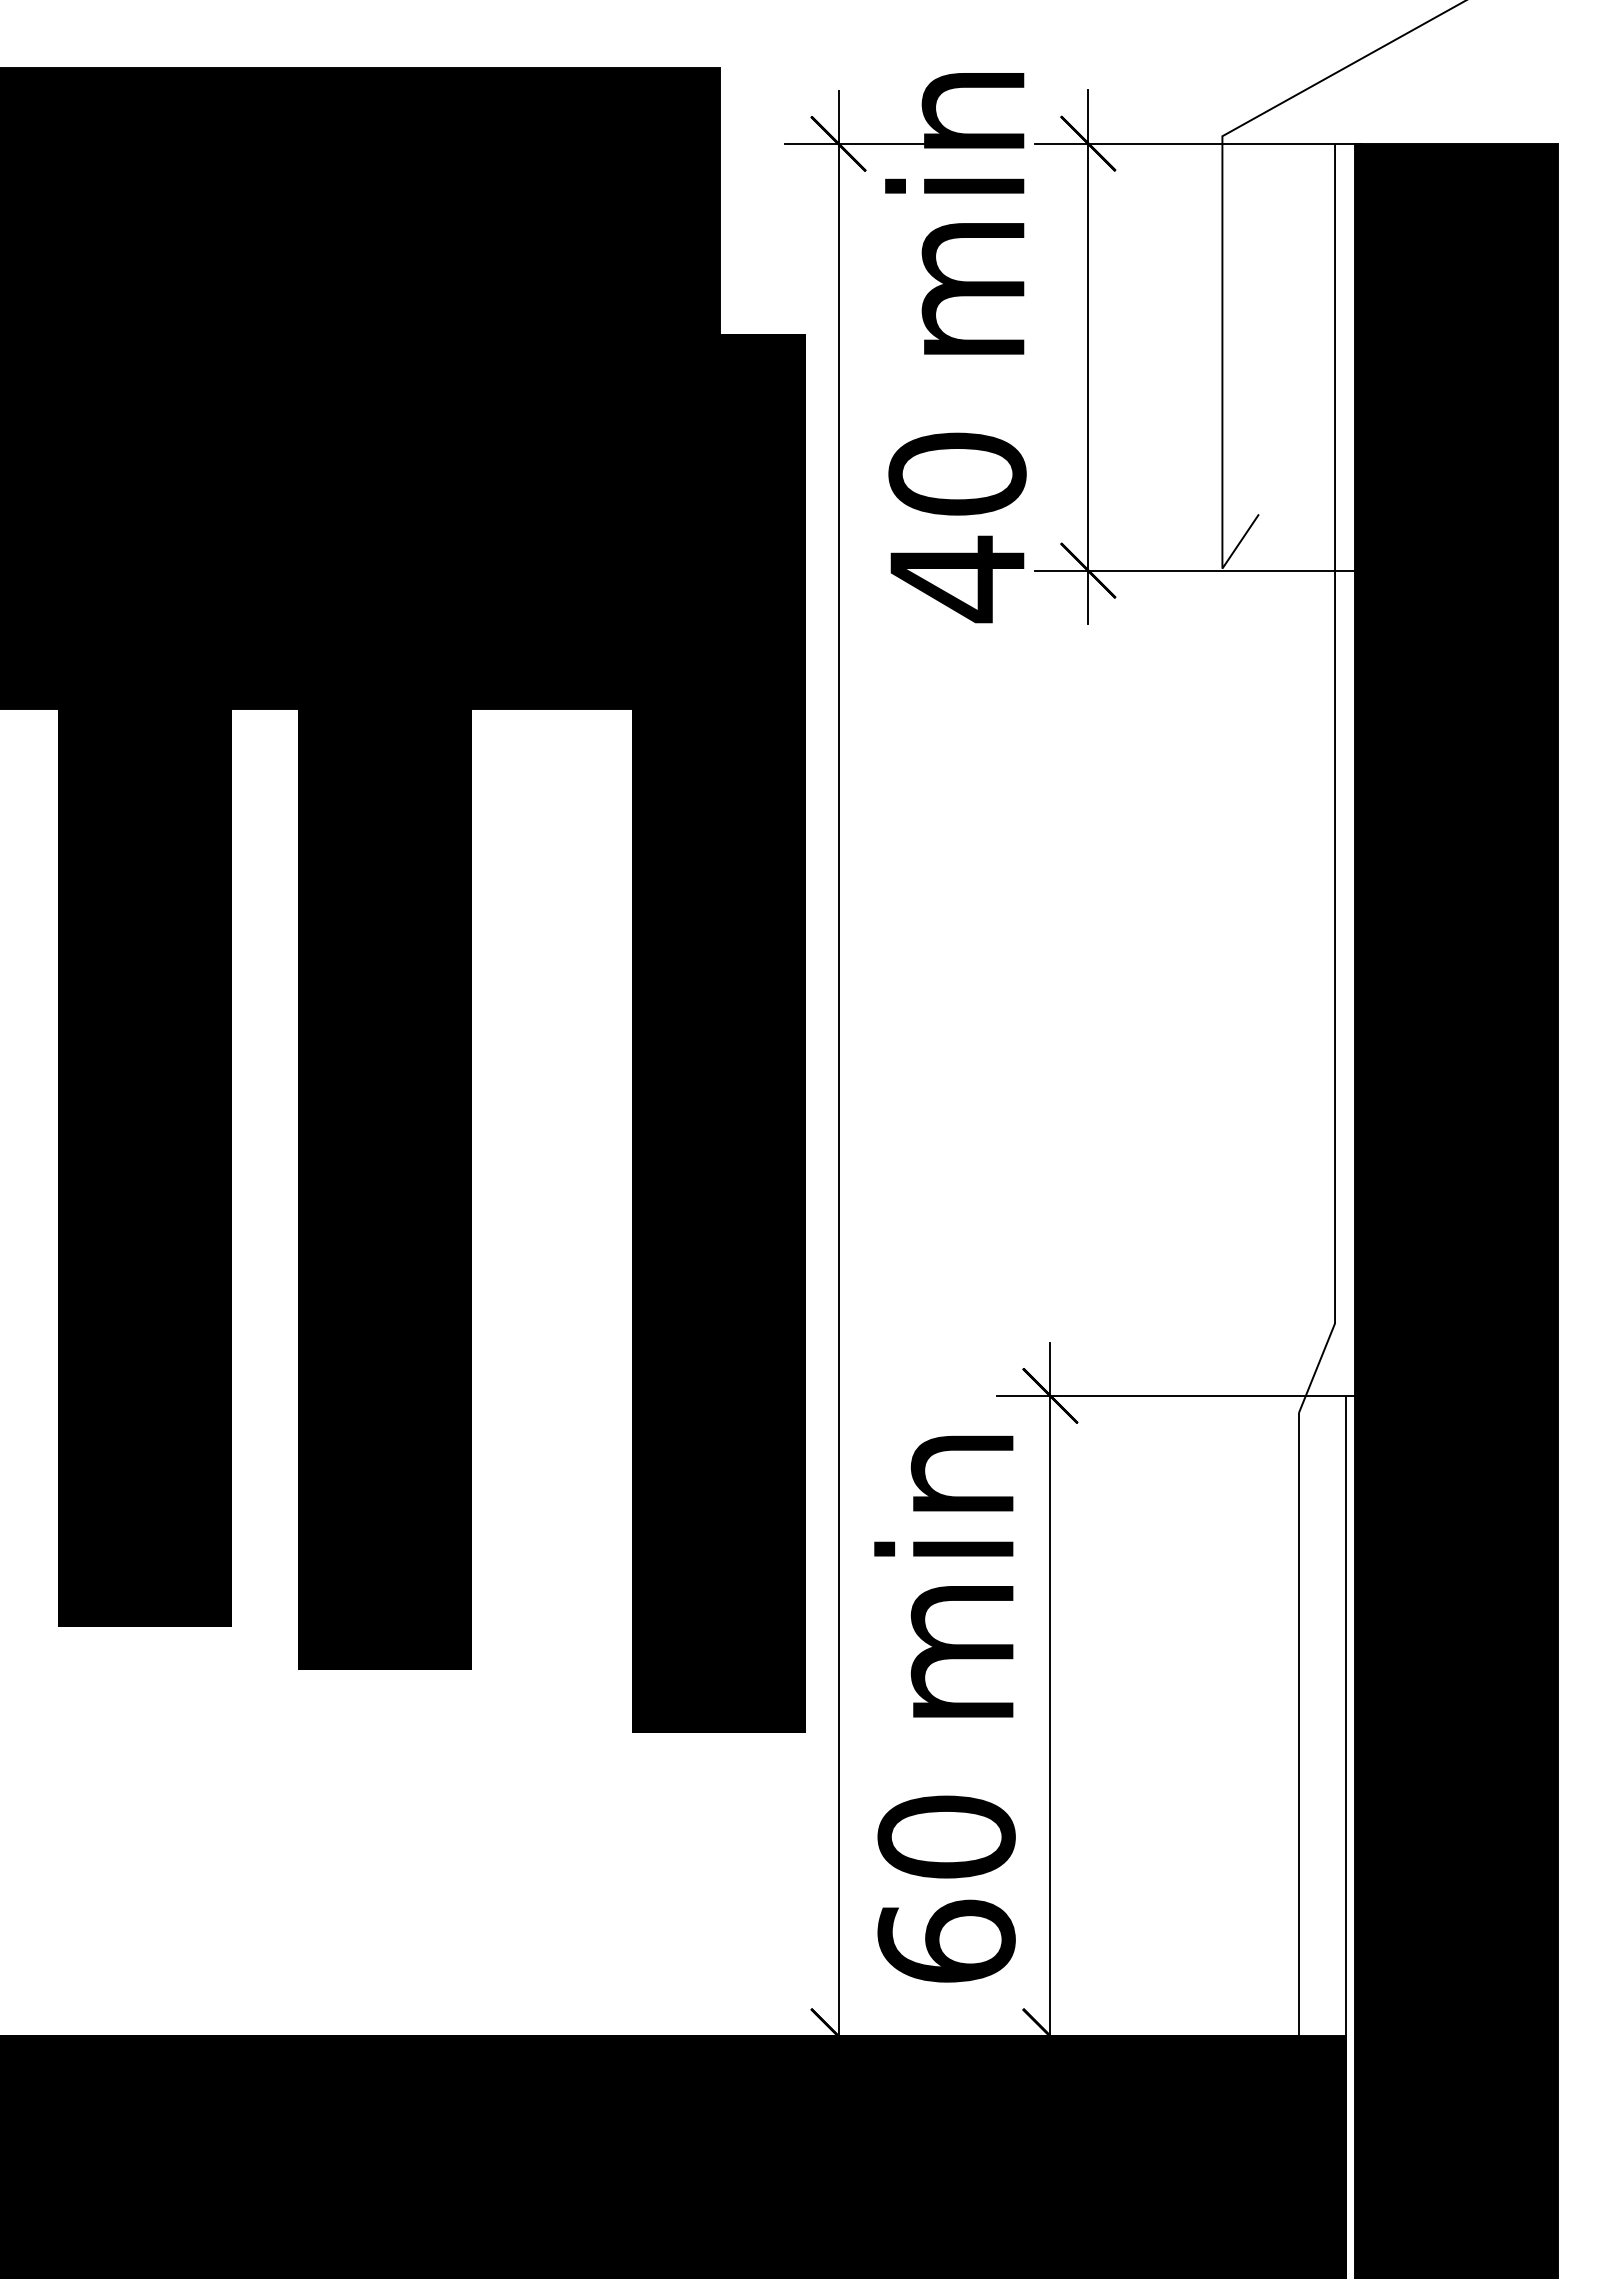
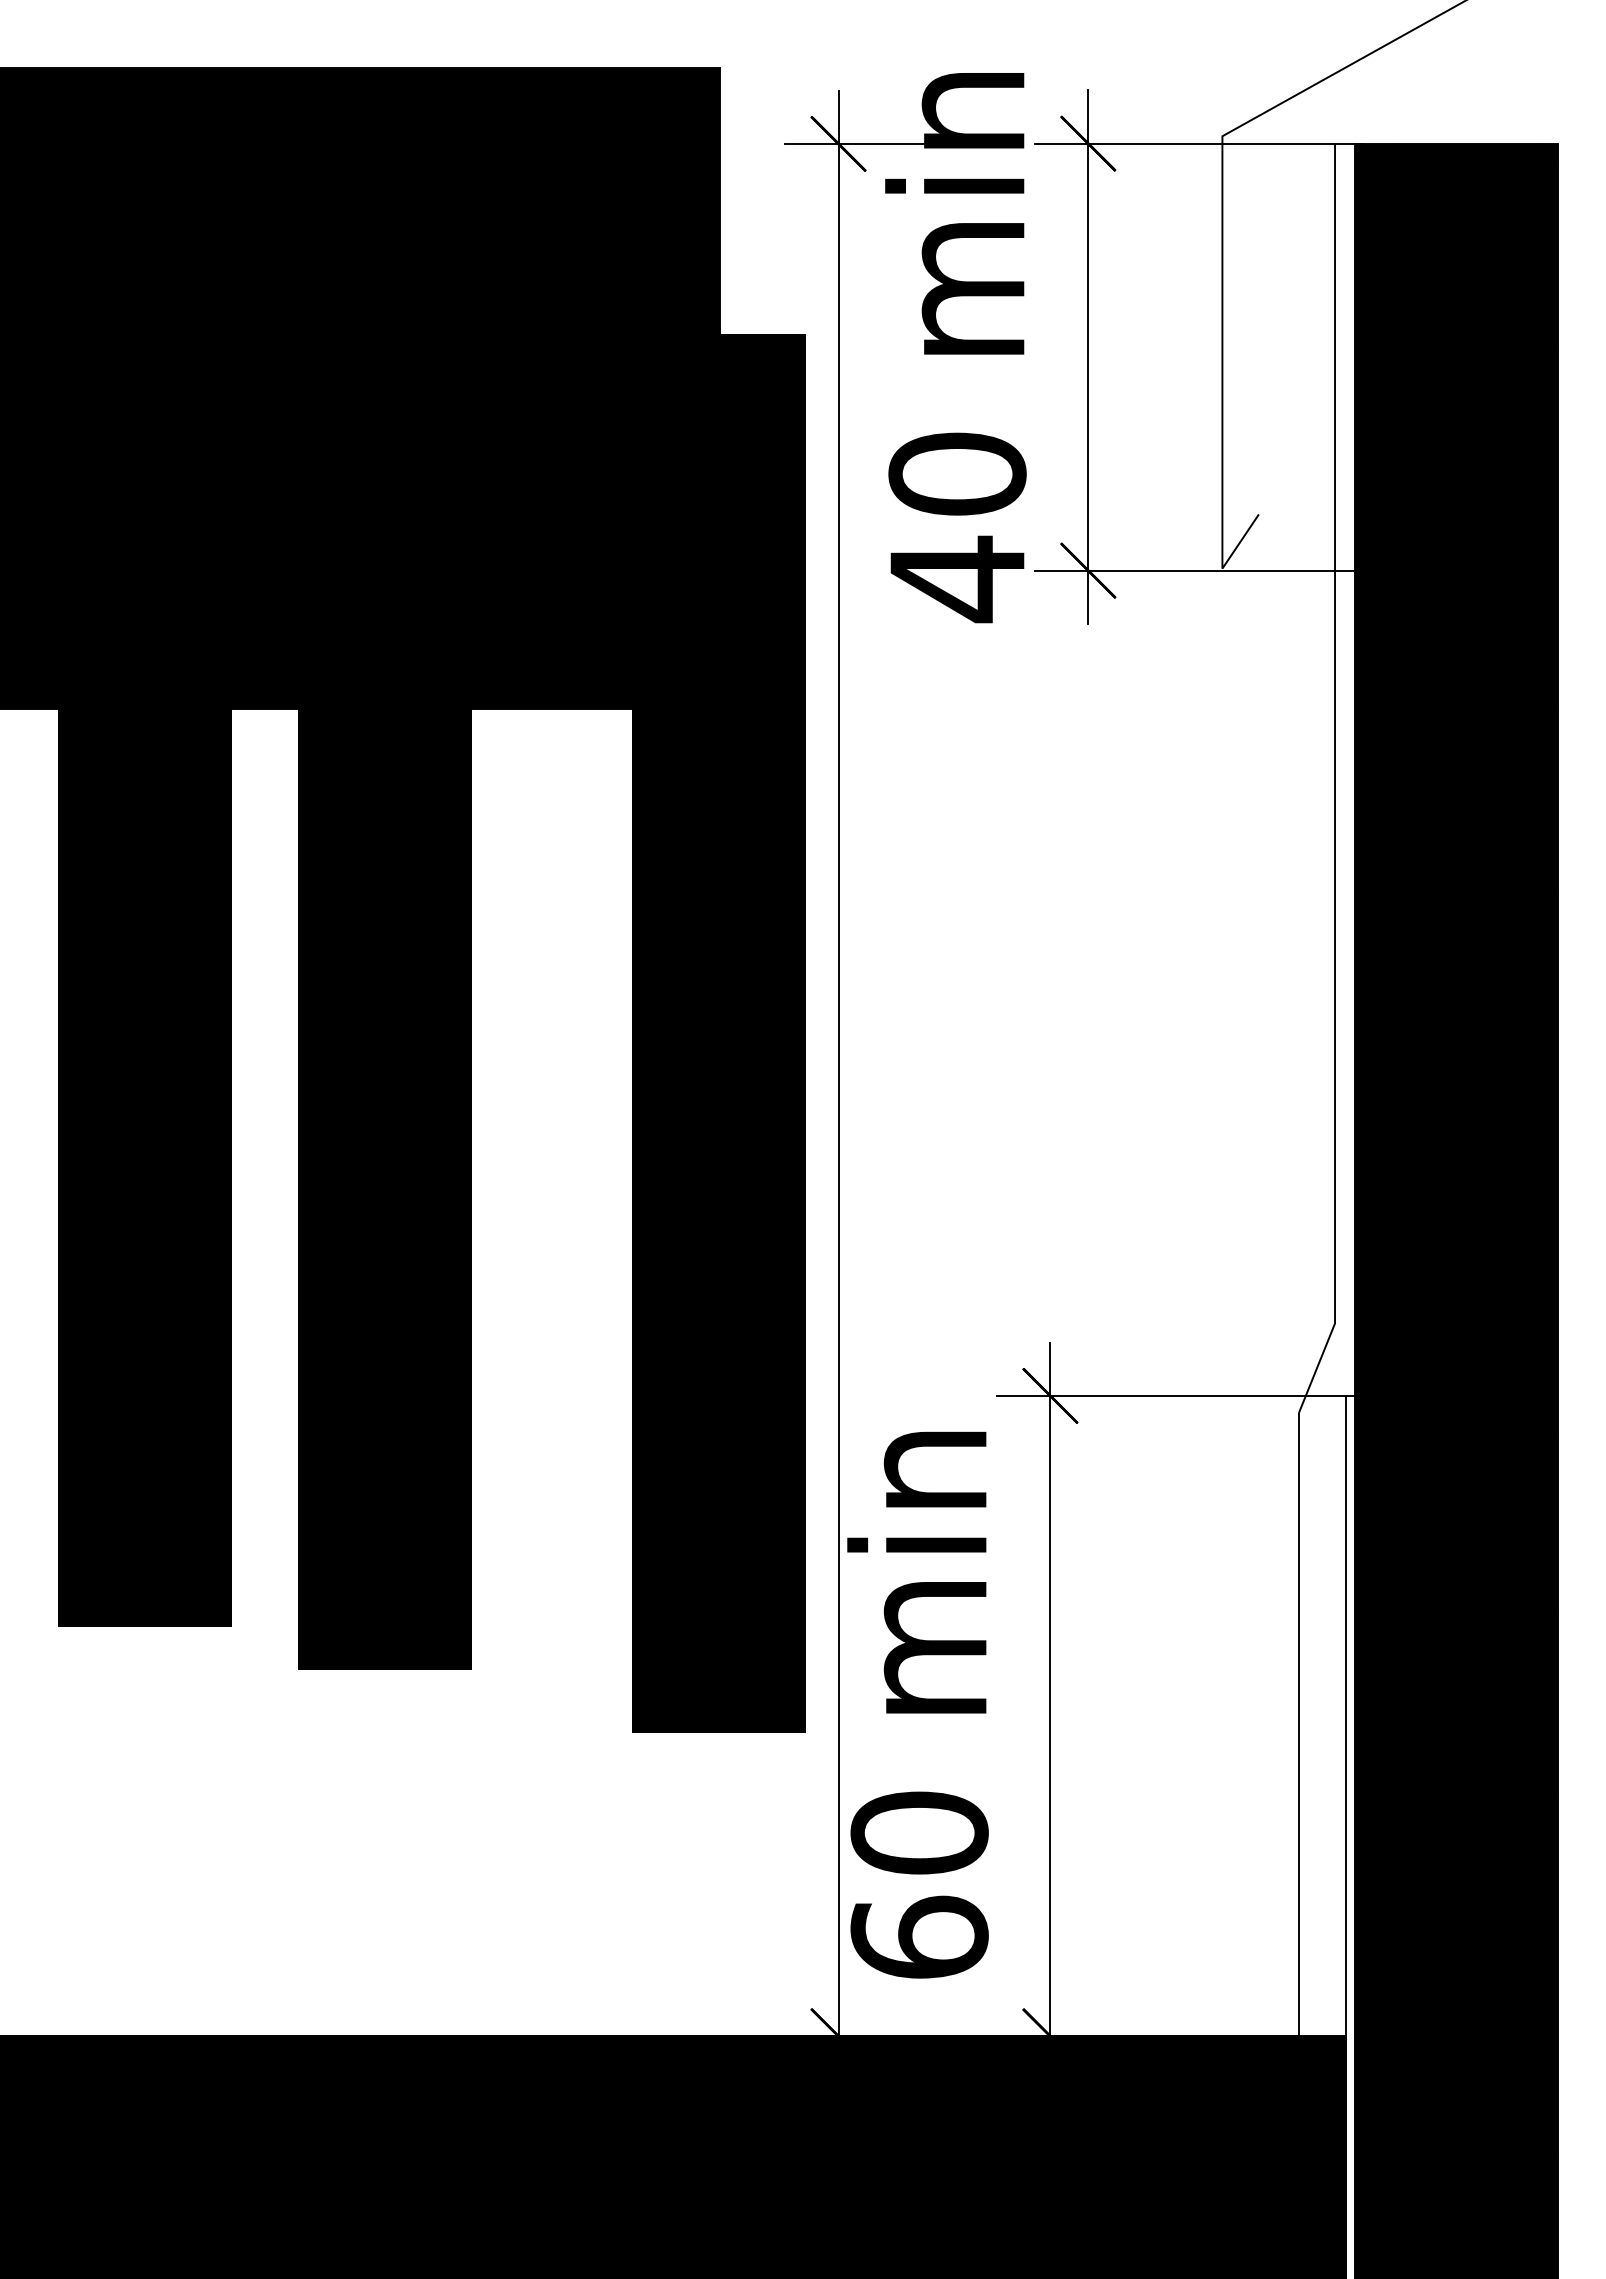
text at (944, 1708) position: (944, 1708) -> (917, 1704)
